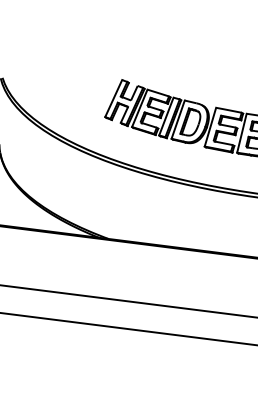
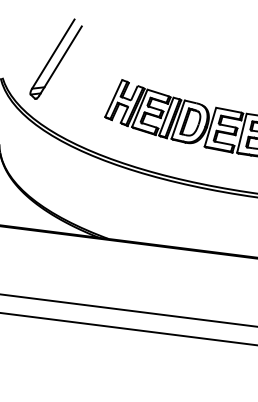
part at (55, 58): none -> present
line at (128, 301) position: (128, 301) -> (128, 310)
